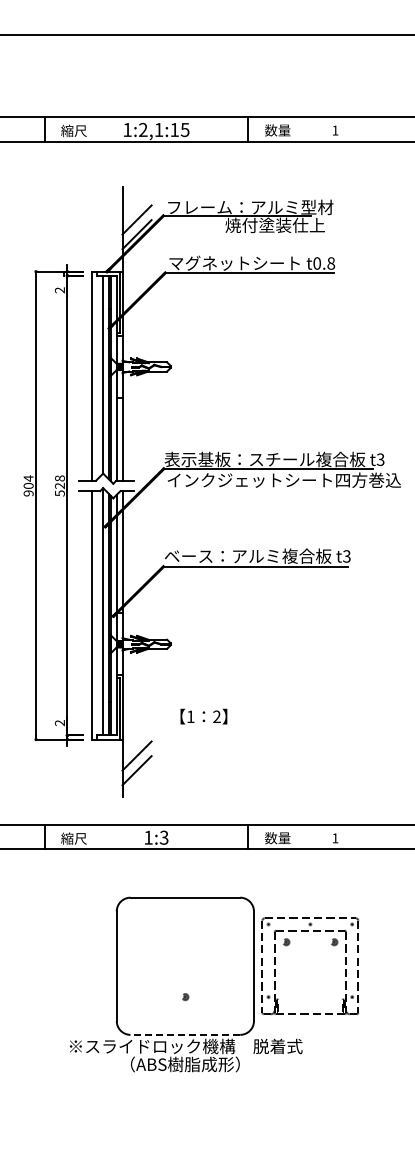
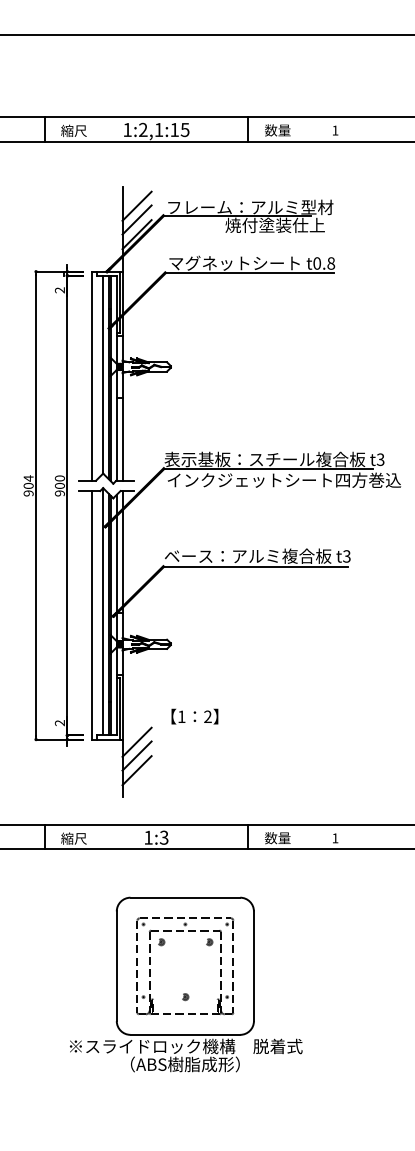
line at (136, 205): none -> present
text at (59, 485): 528 -> 900
text at (203, 716) position: (203, 716) -> (194, 716)
line at (136, 741): none -> present
part at (331, 945) position: (331, 945) -> (206, 945)
line at (185, 1034): dashed -> solid
